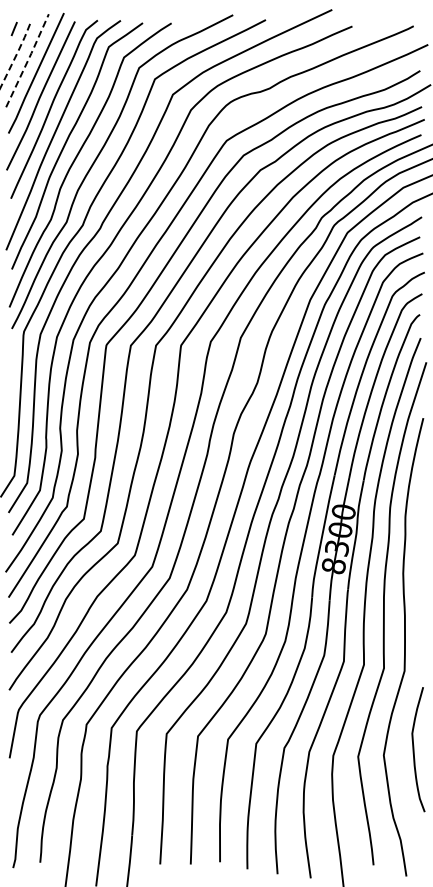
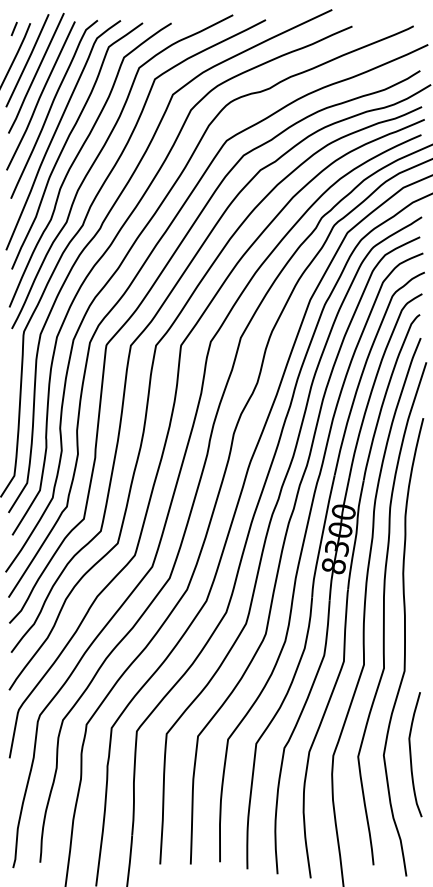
line at (16, 54): dashed -> solid
line at (27, 61): dashed -> solid
curve at (414, 749) position: (414, 749) -> (411, 754)
